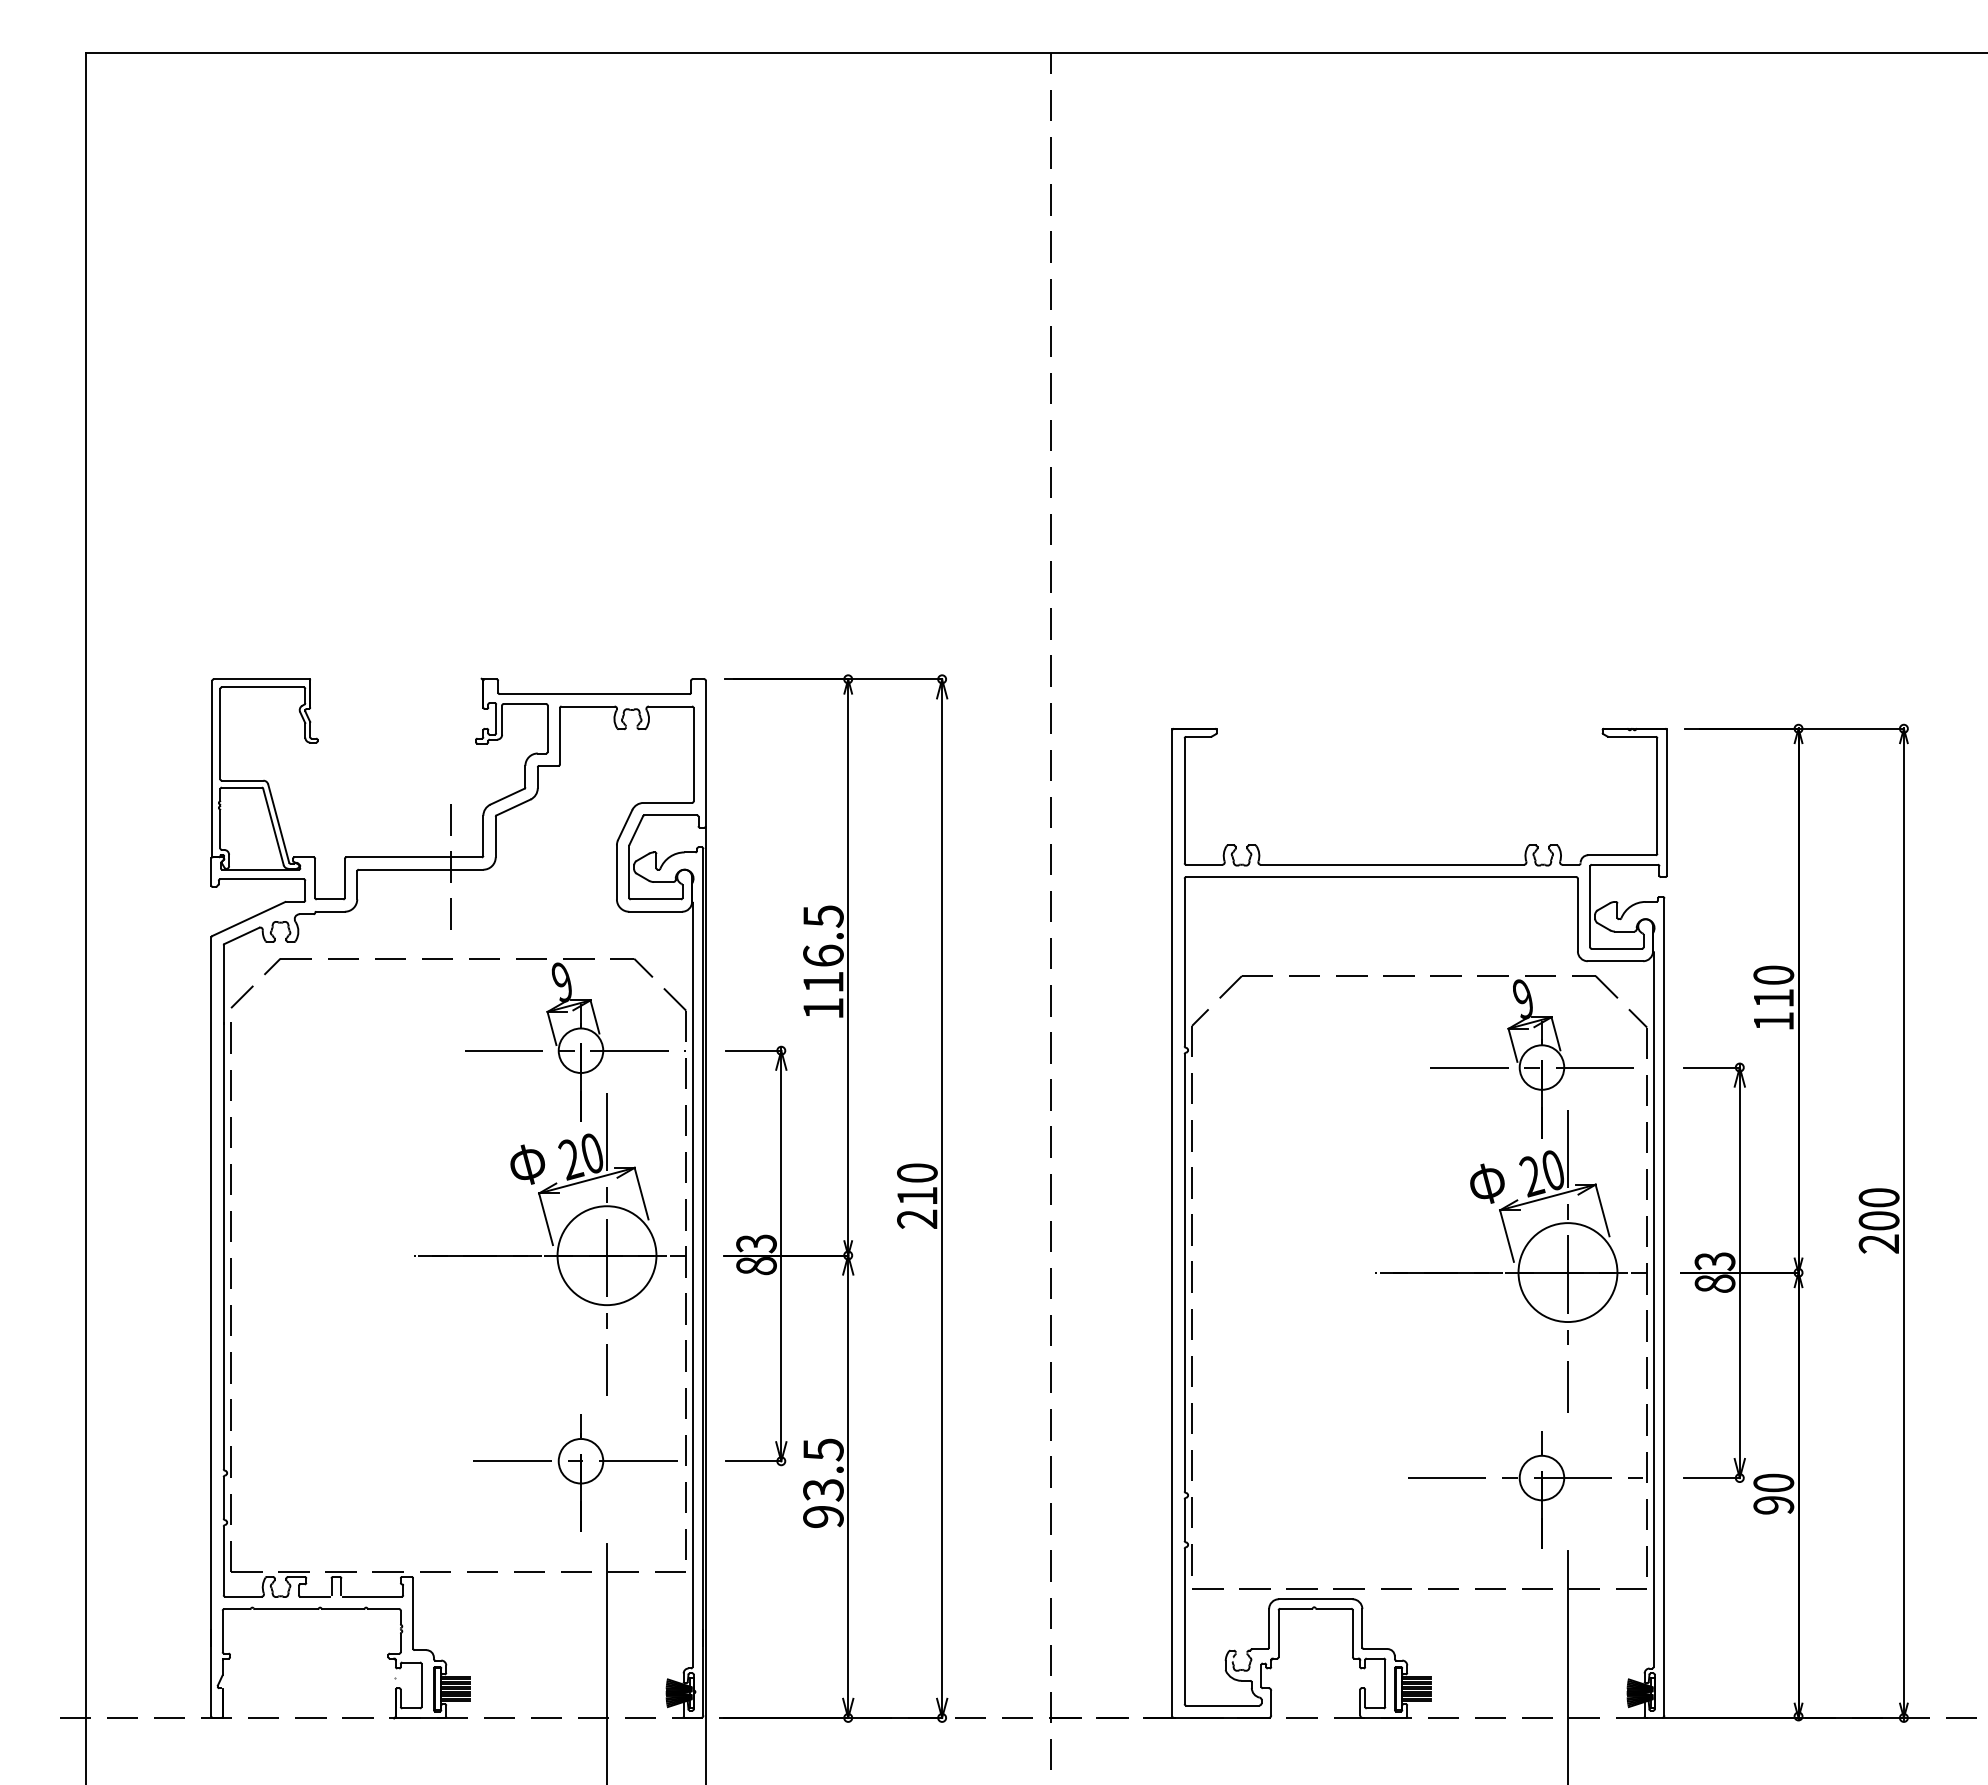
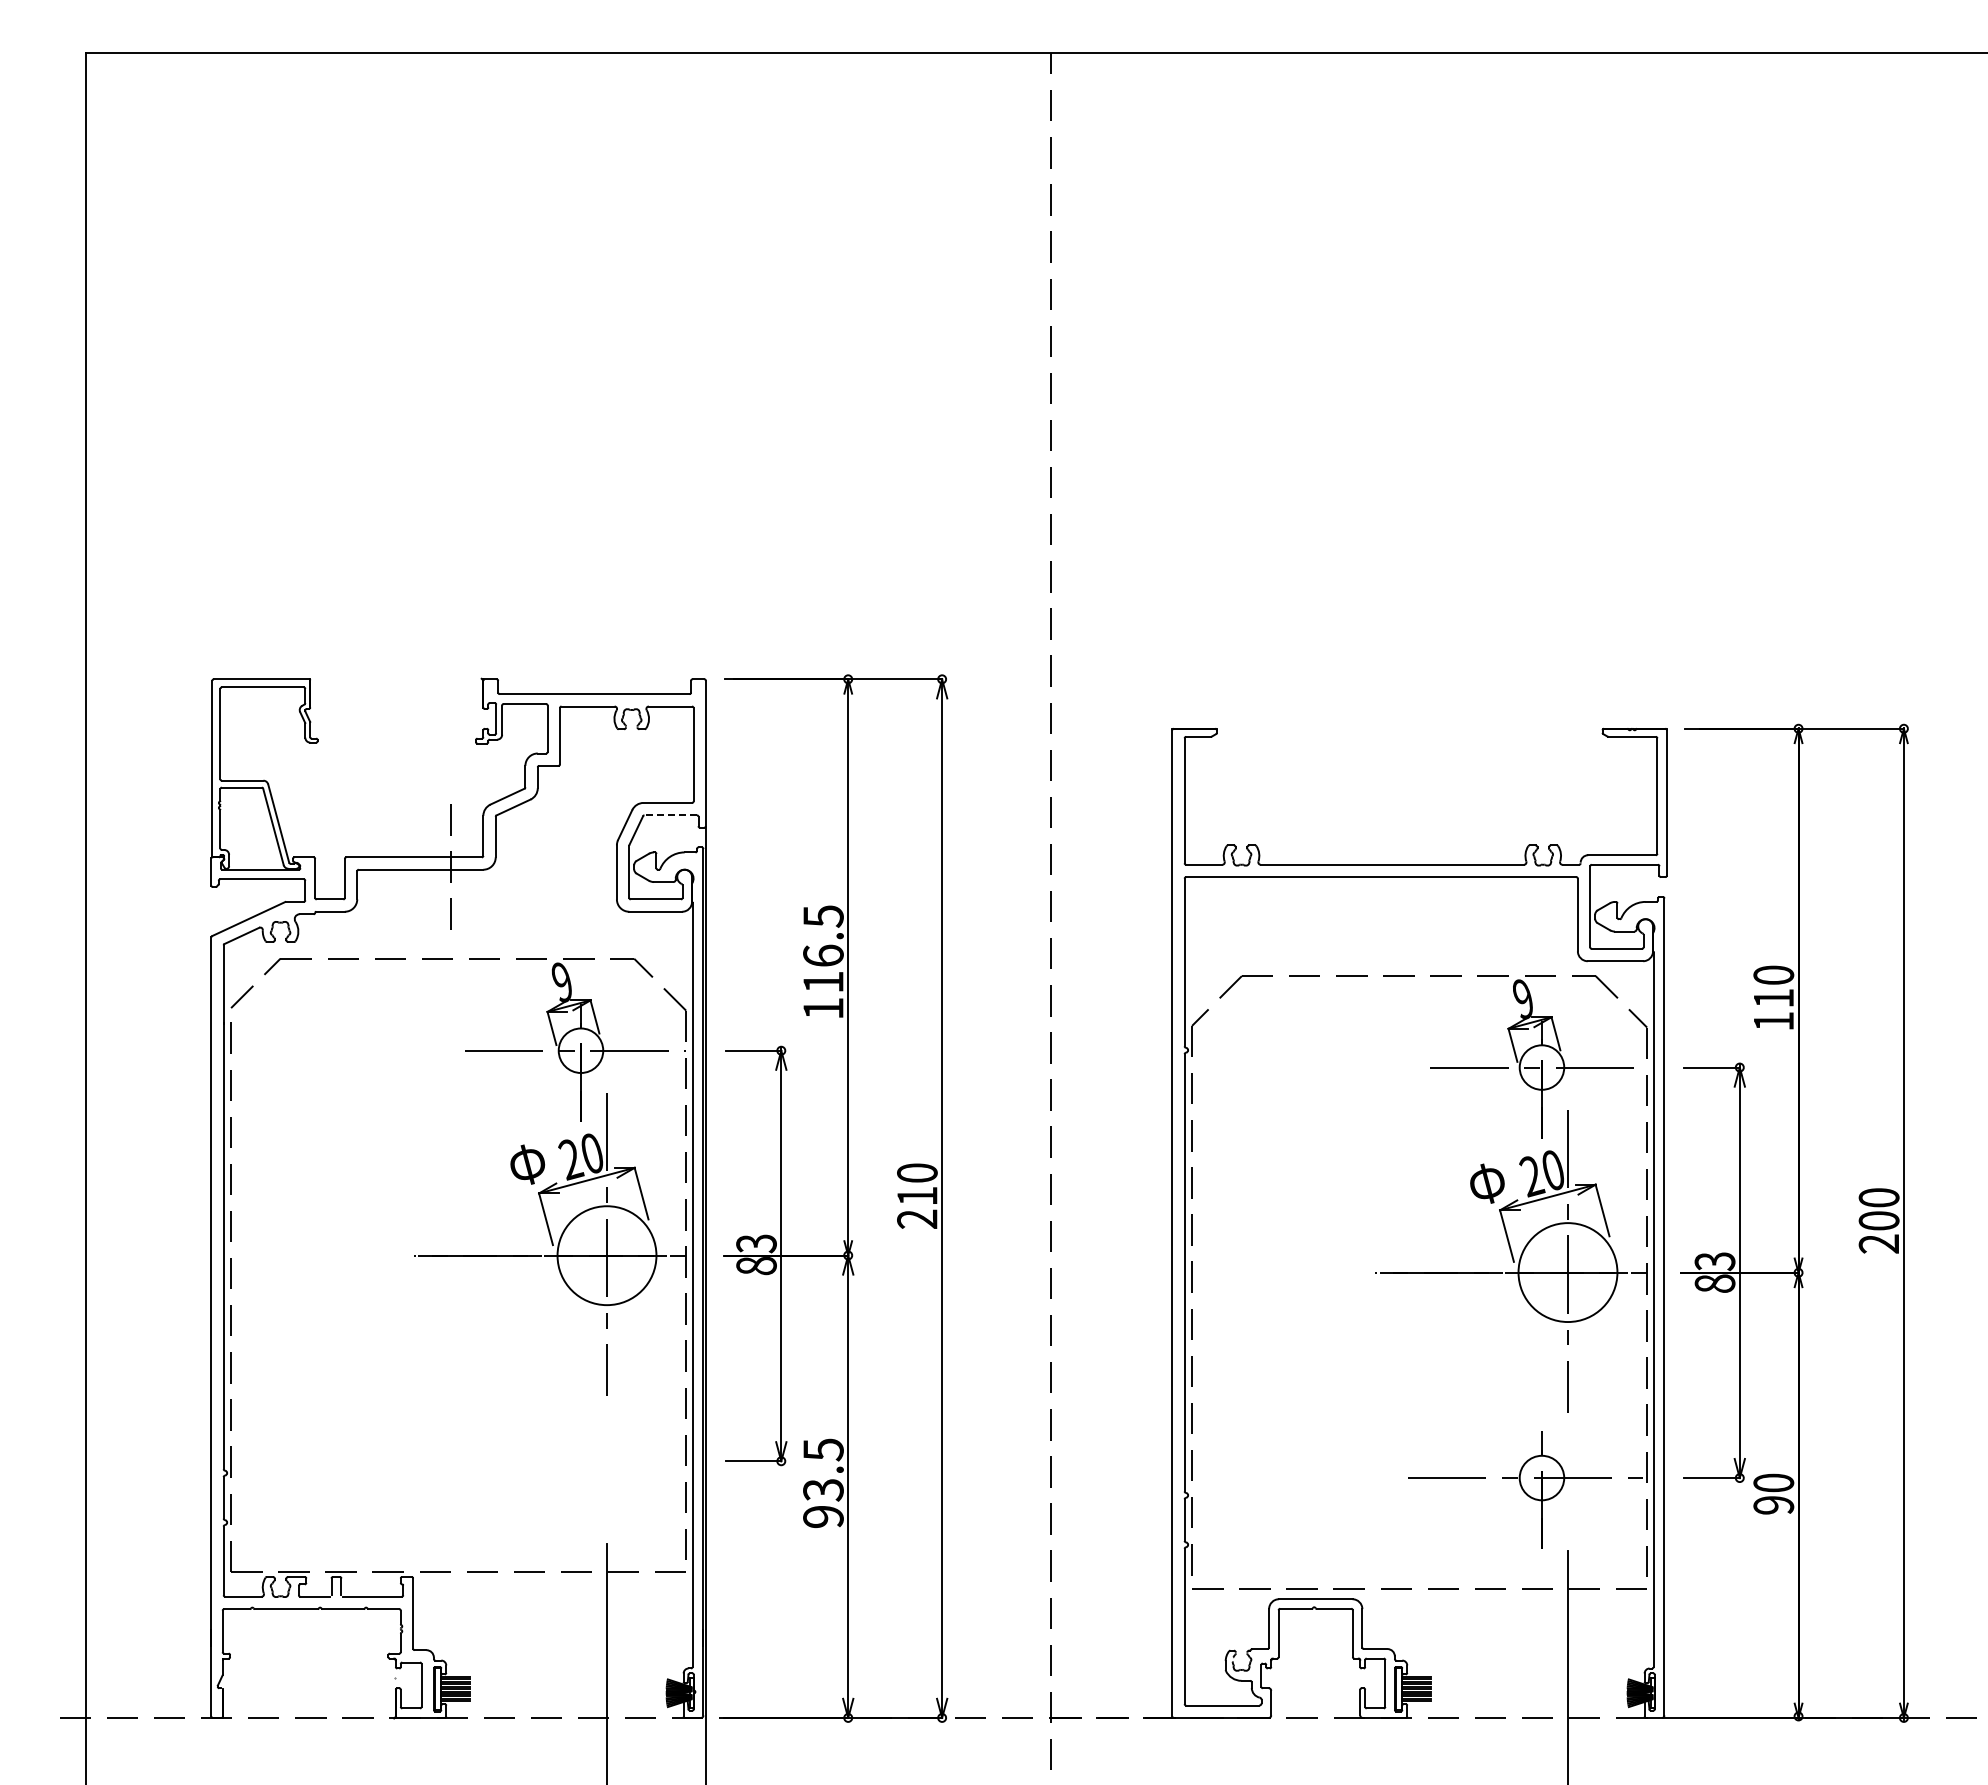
line at (670, 815): solid -> dashed
part at (575, 1472): present -> none
